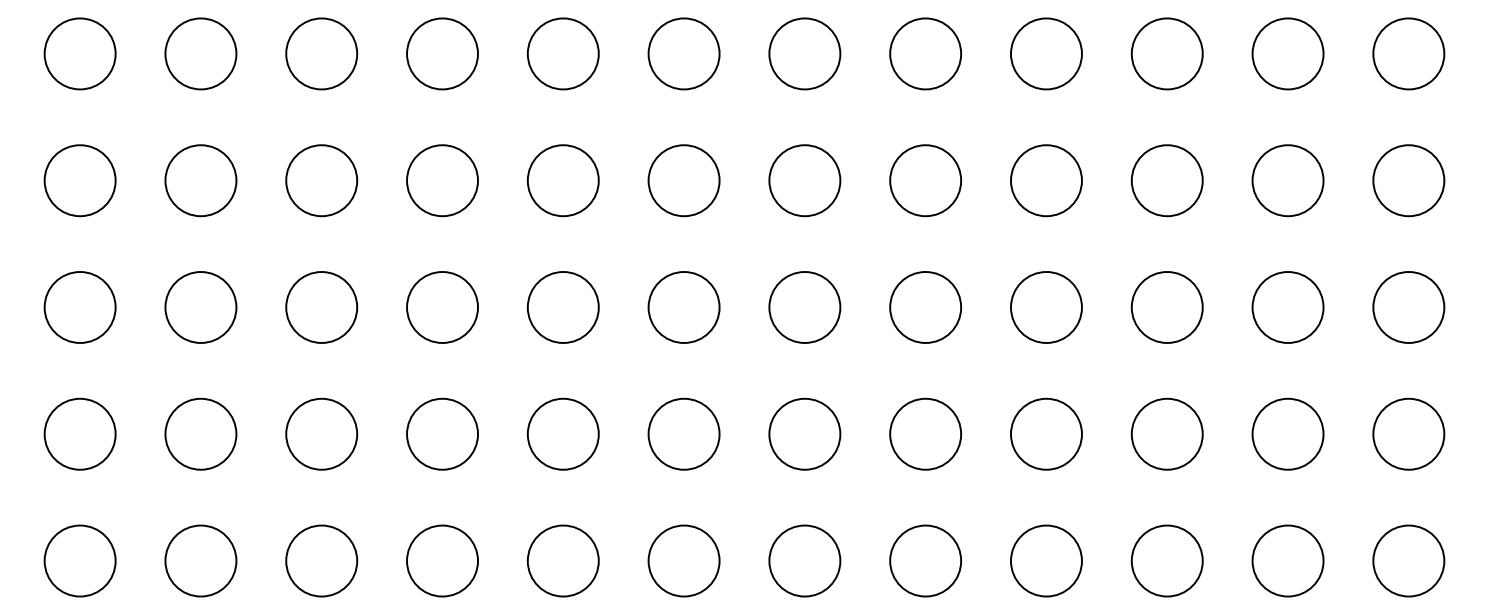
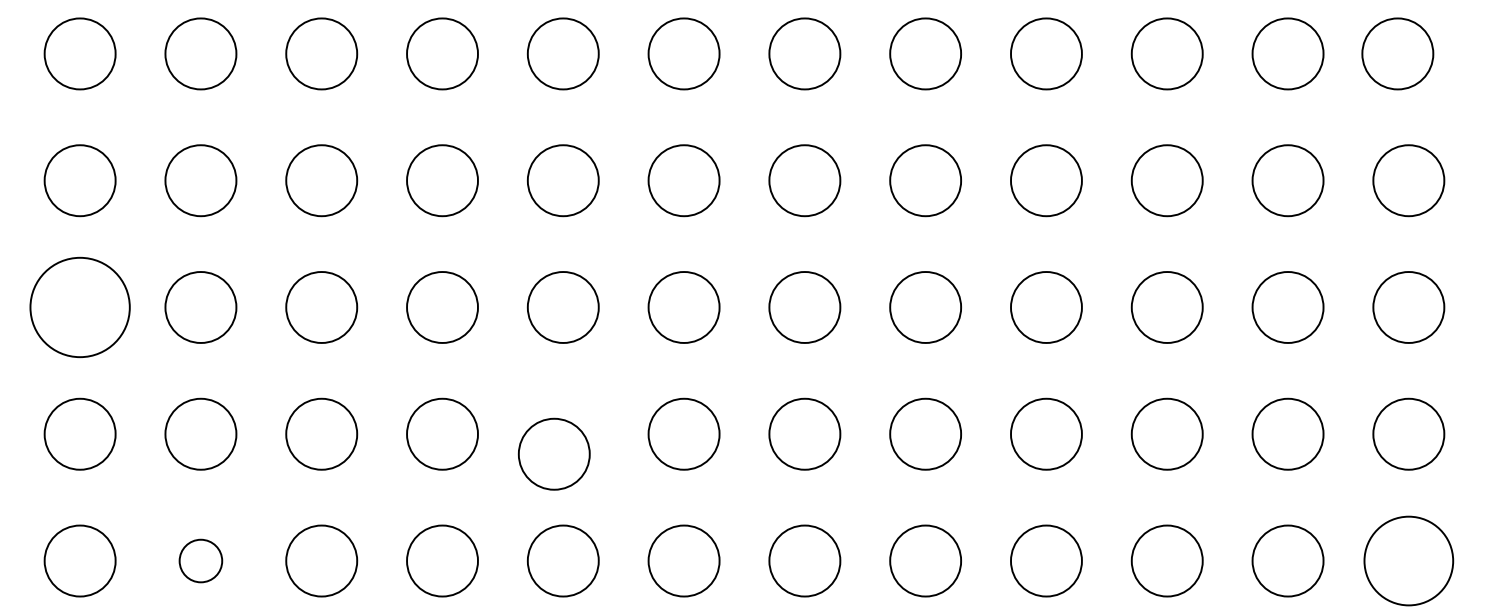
circle at (1408, 53) position: (1408, 53) -> (1397, 53)
circle at (79, 307) diameter: 71 px -> 99 px
circle at (562, 433) position: (562, 433) -> (553, 453)
circle at (200, 560) diameter: 71 px -> 43 px
circle at (1408, 560) diameter: 71 px -> 89 px
